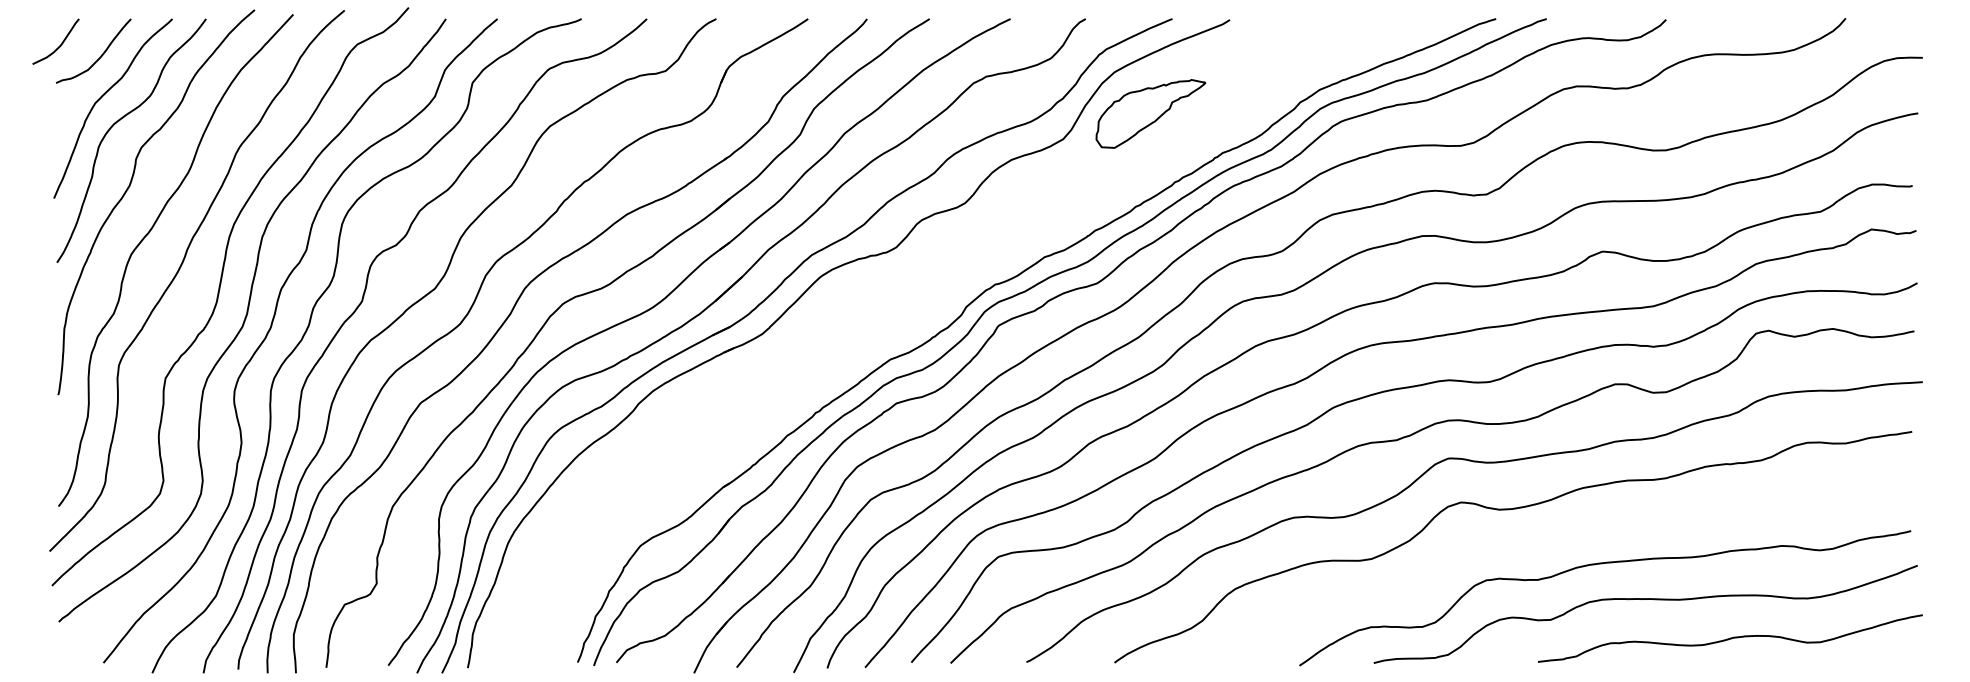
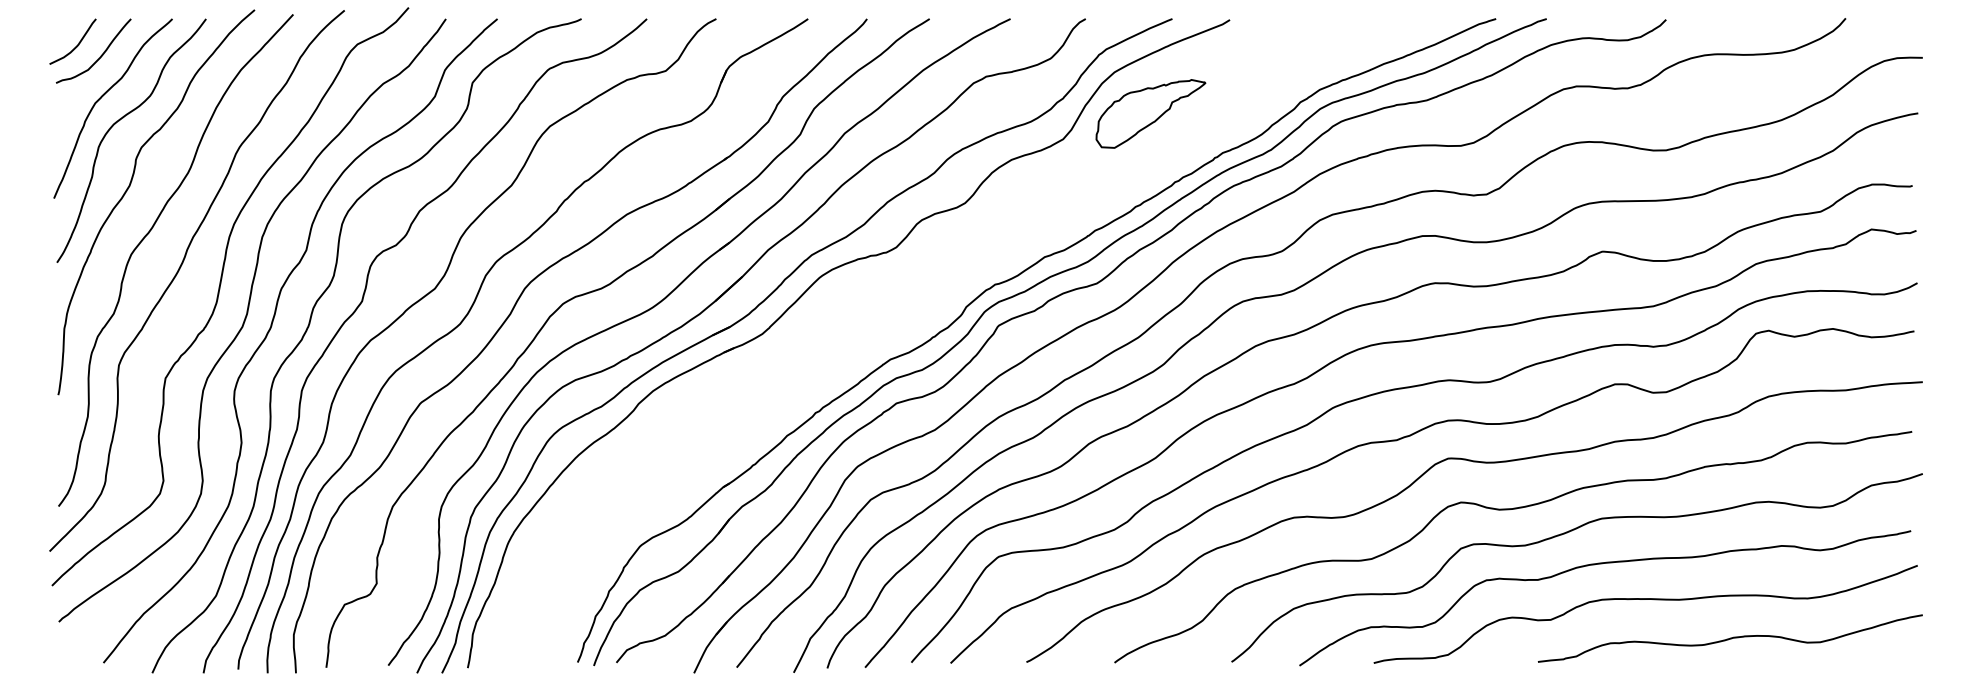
curve at (59, 45) position: (59, 45) -> (76, 45)
curve at (1564, 534): none -> present
